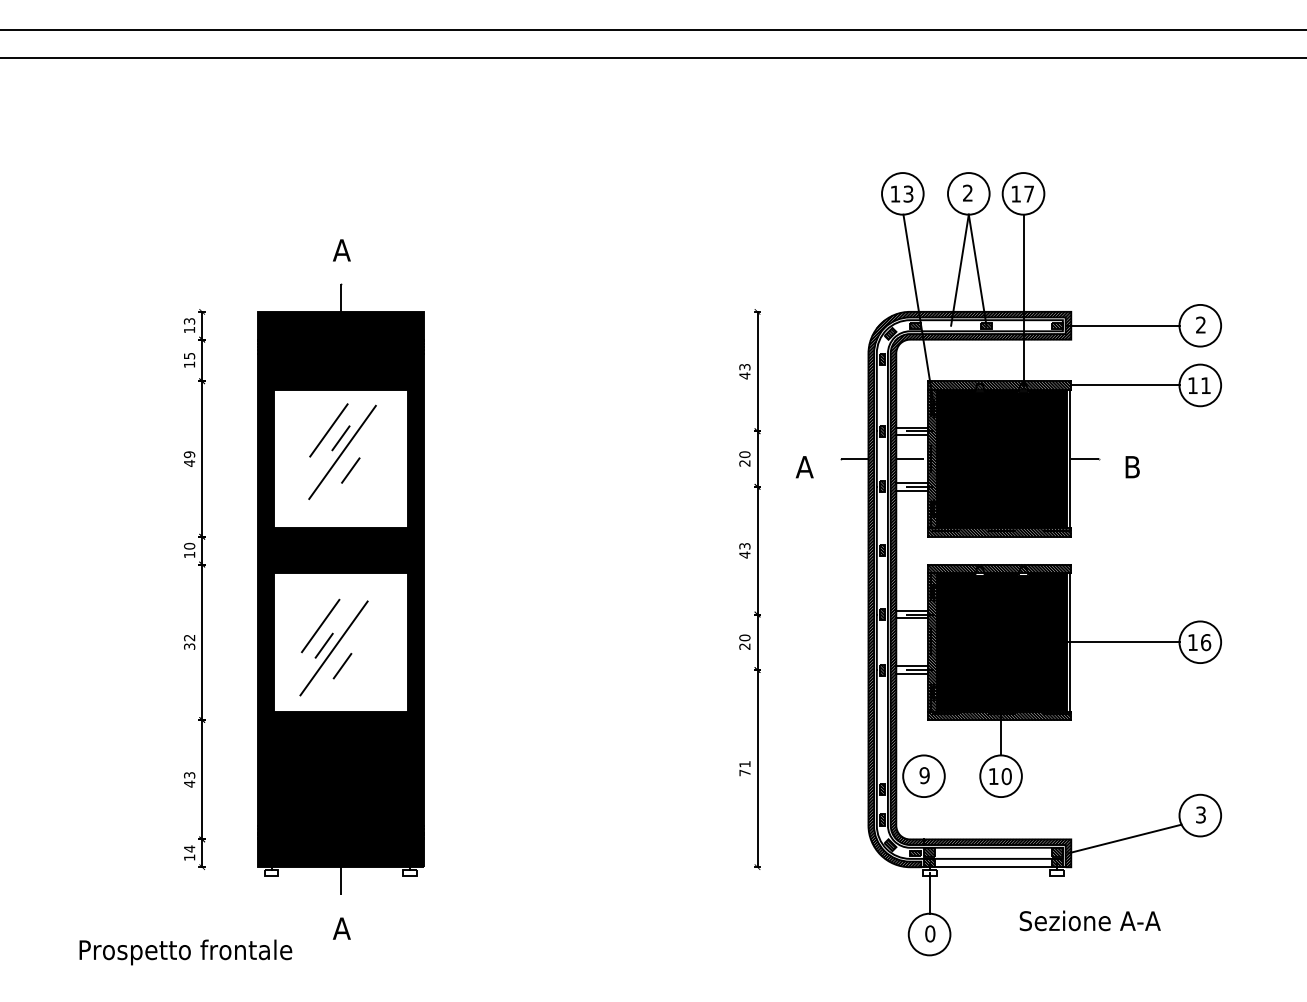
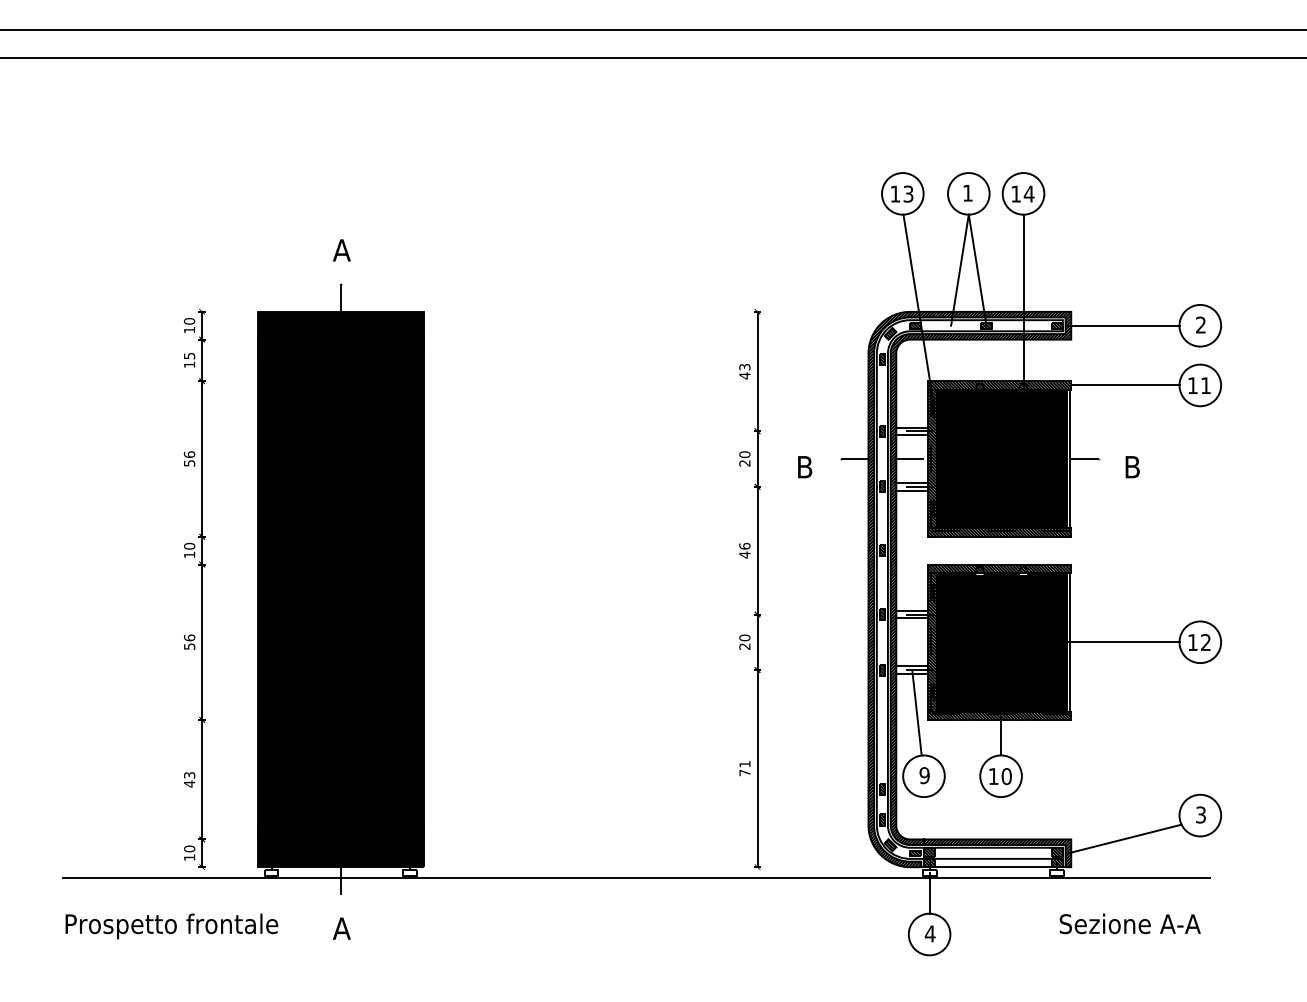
text at (967, 192): 2 -> 1
text at (1028, 193): 17 -> 14
text at (189, 321): 13 -> 10
text at (189, 458): 49 -> 56
fill at (340, 458): none -> present
text at (804, 467): A -> B
text at (744, 545): 43 -> 46
text at (189, 641): 32 -> 56
fill at (340, 641): none -> present
text at (1206, 642): 16 -> 12
line at (916, 712): none -> present
text at (189, 848): 14 -> 10
line at (636, 878): none -> present
text at (1089, 920) position: (1089, 920) -> (1129, 923)
text at (929, 933): 0 -> 4
text at (185, 952) position: (185, 952) -> (171, 926)
